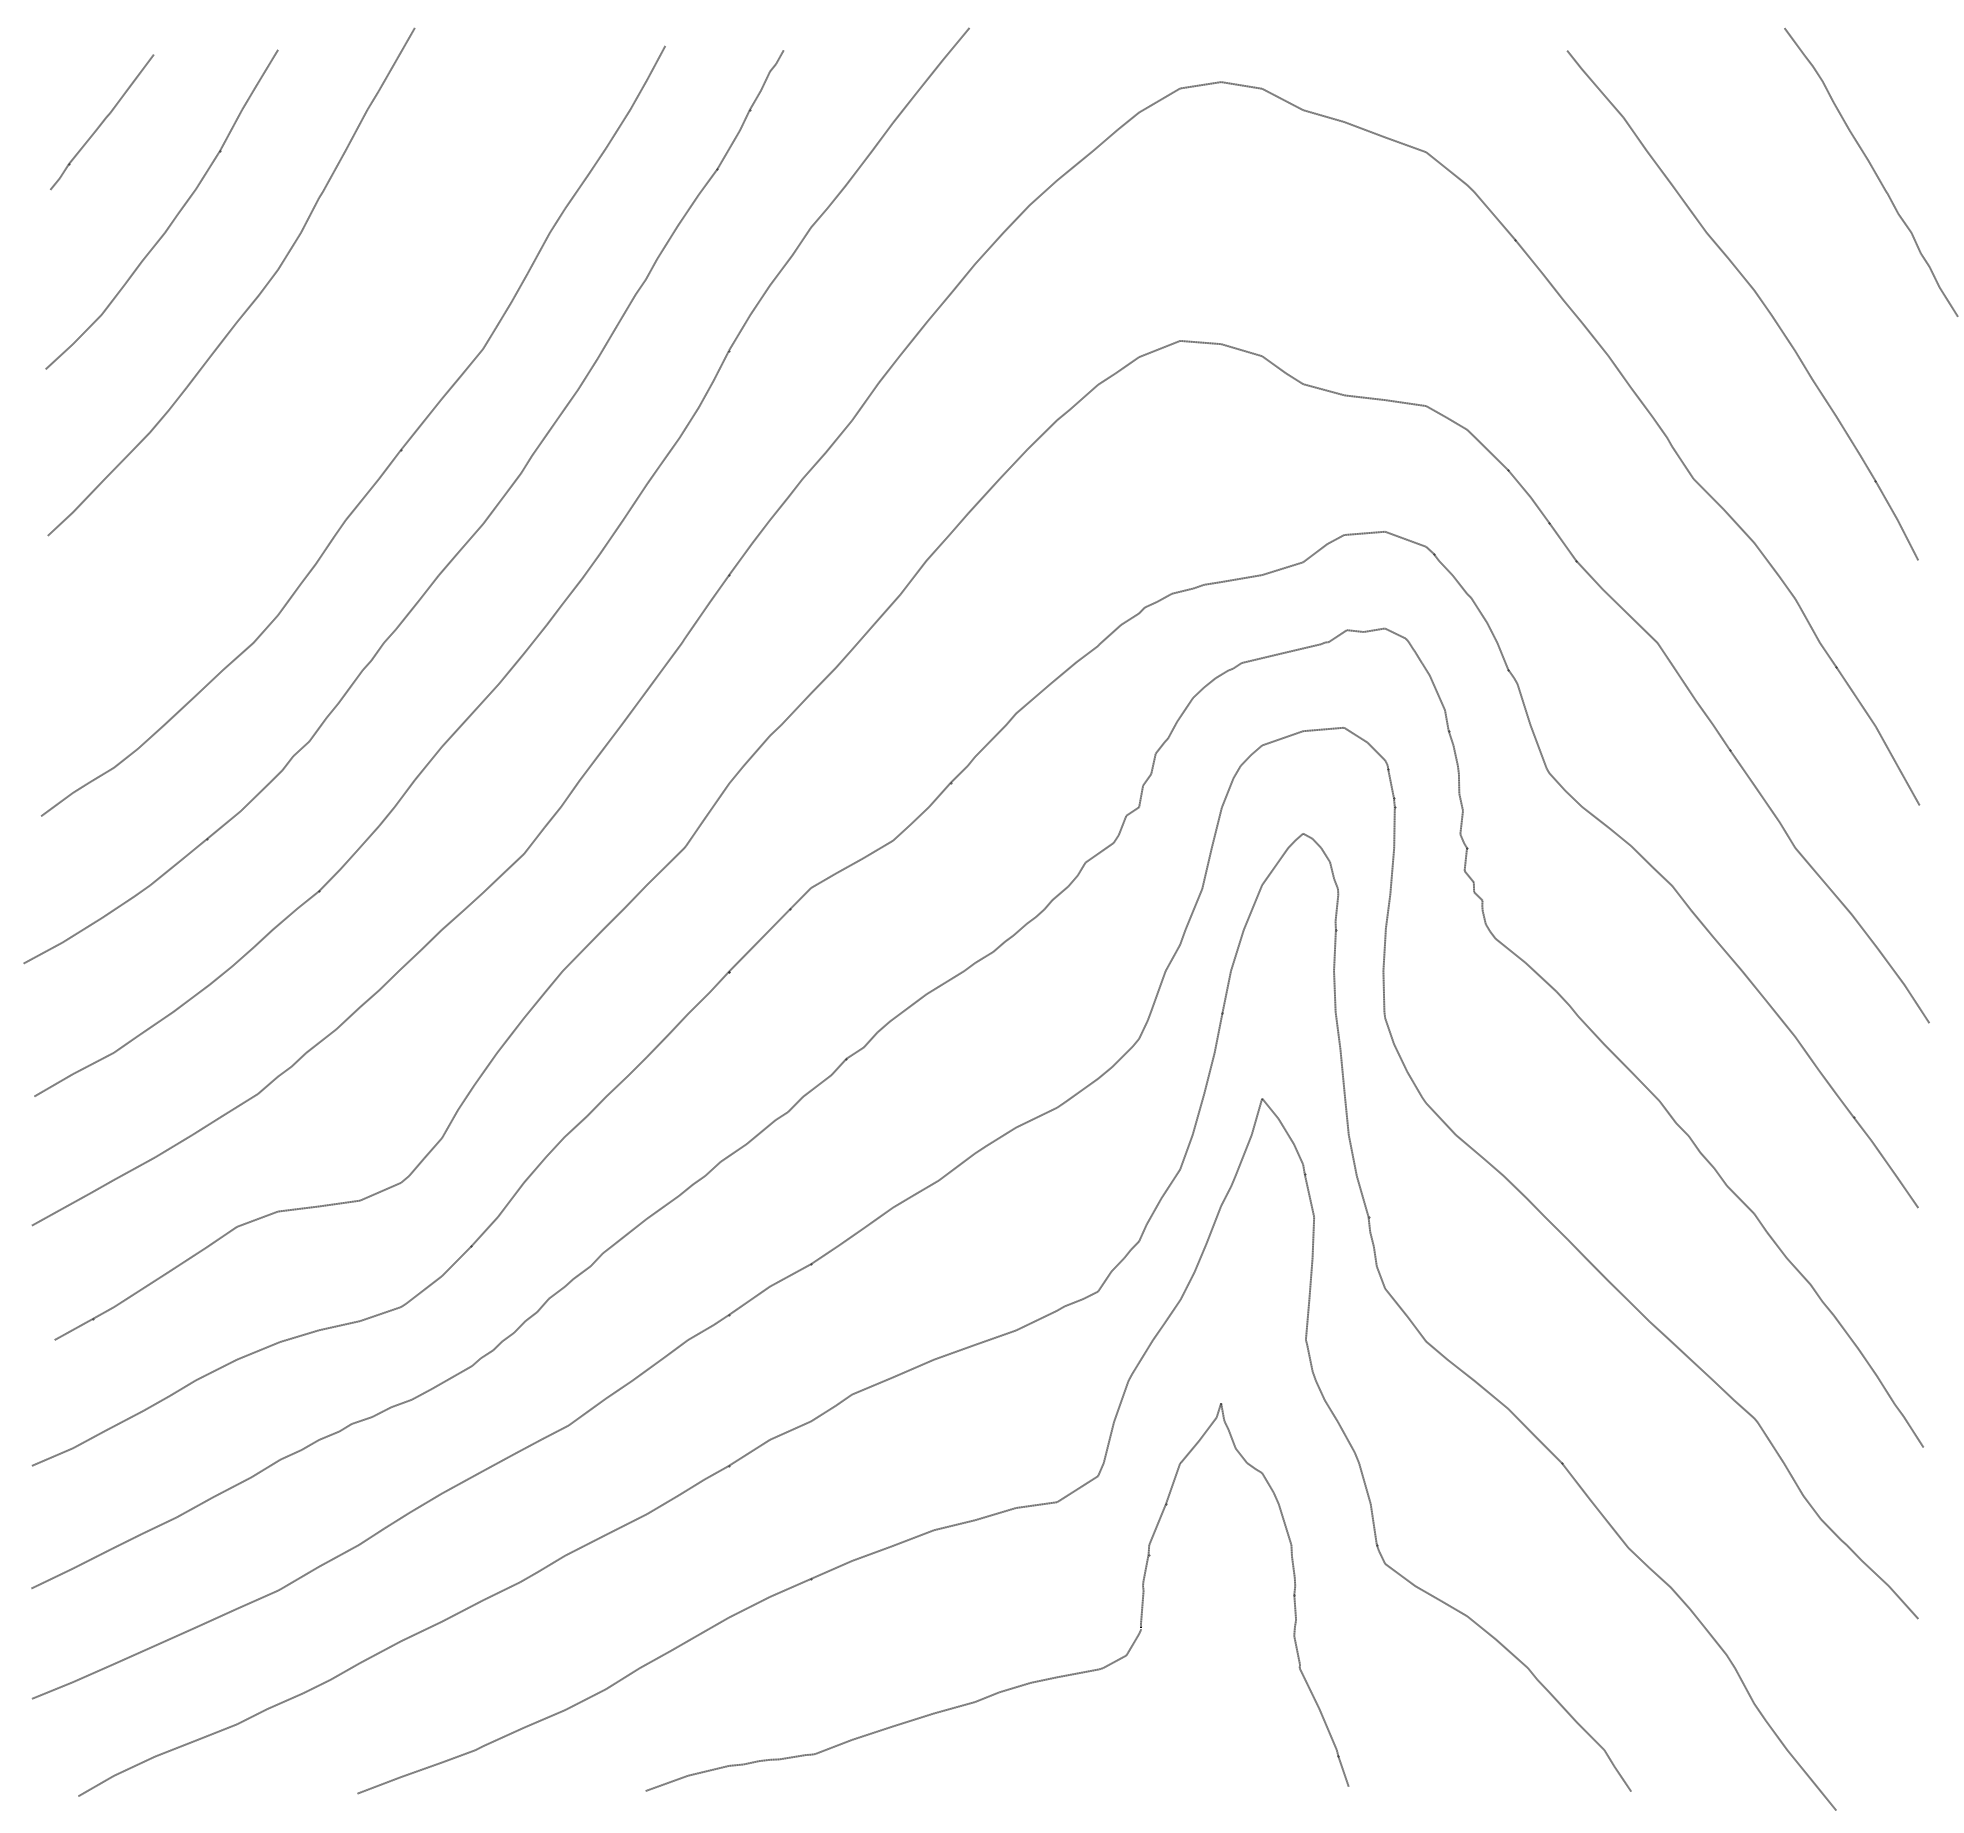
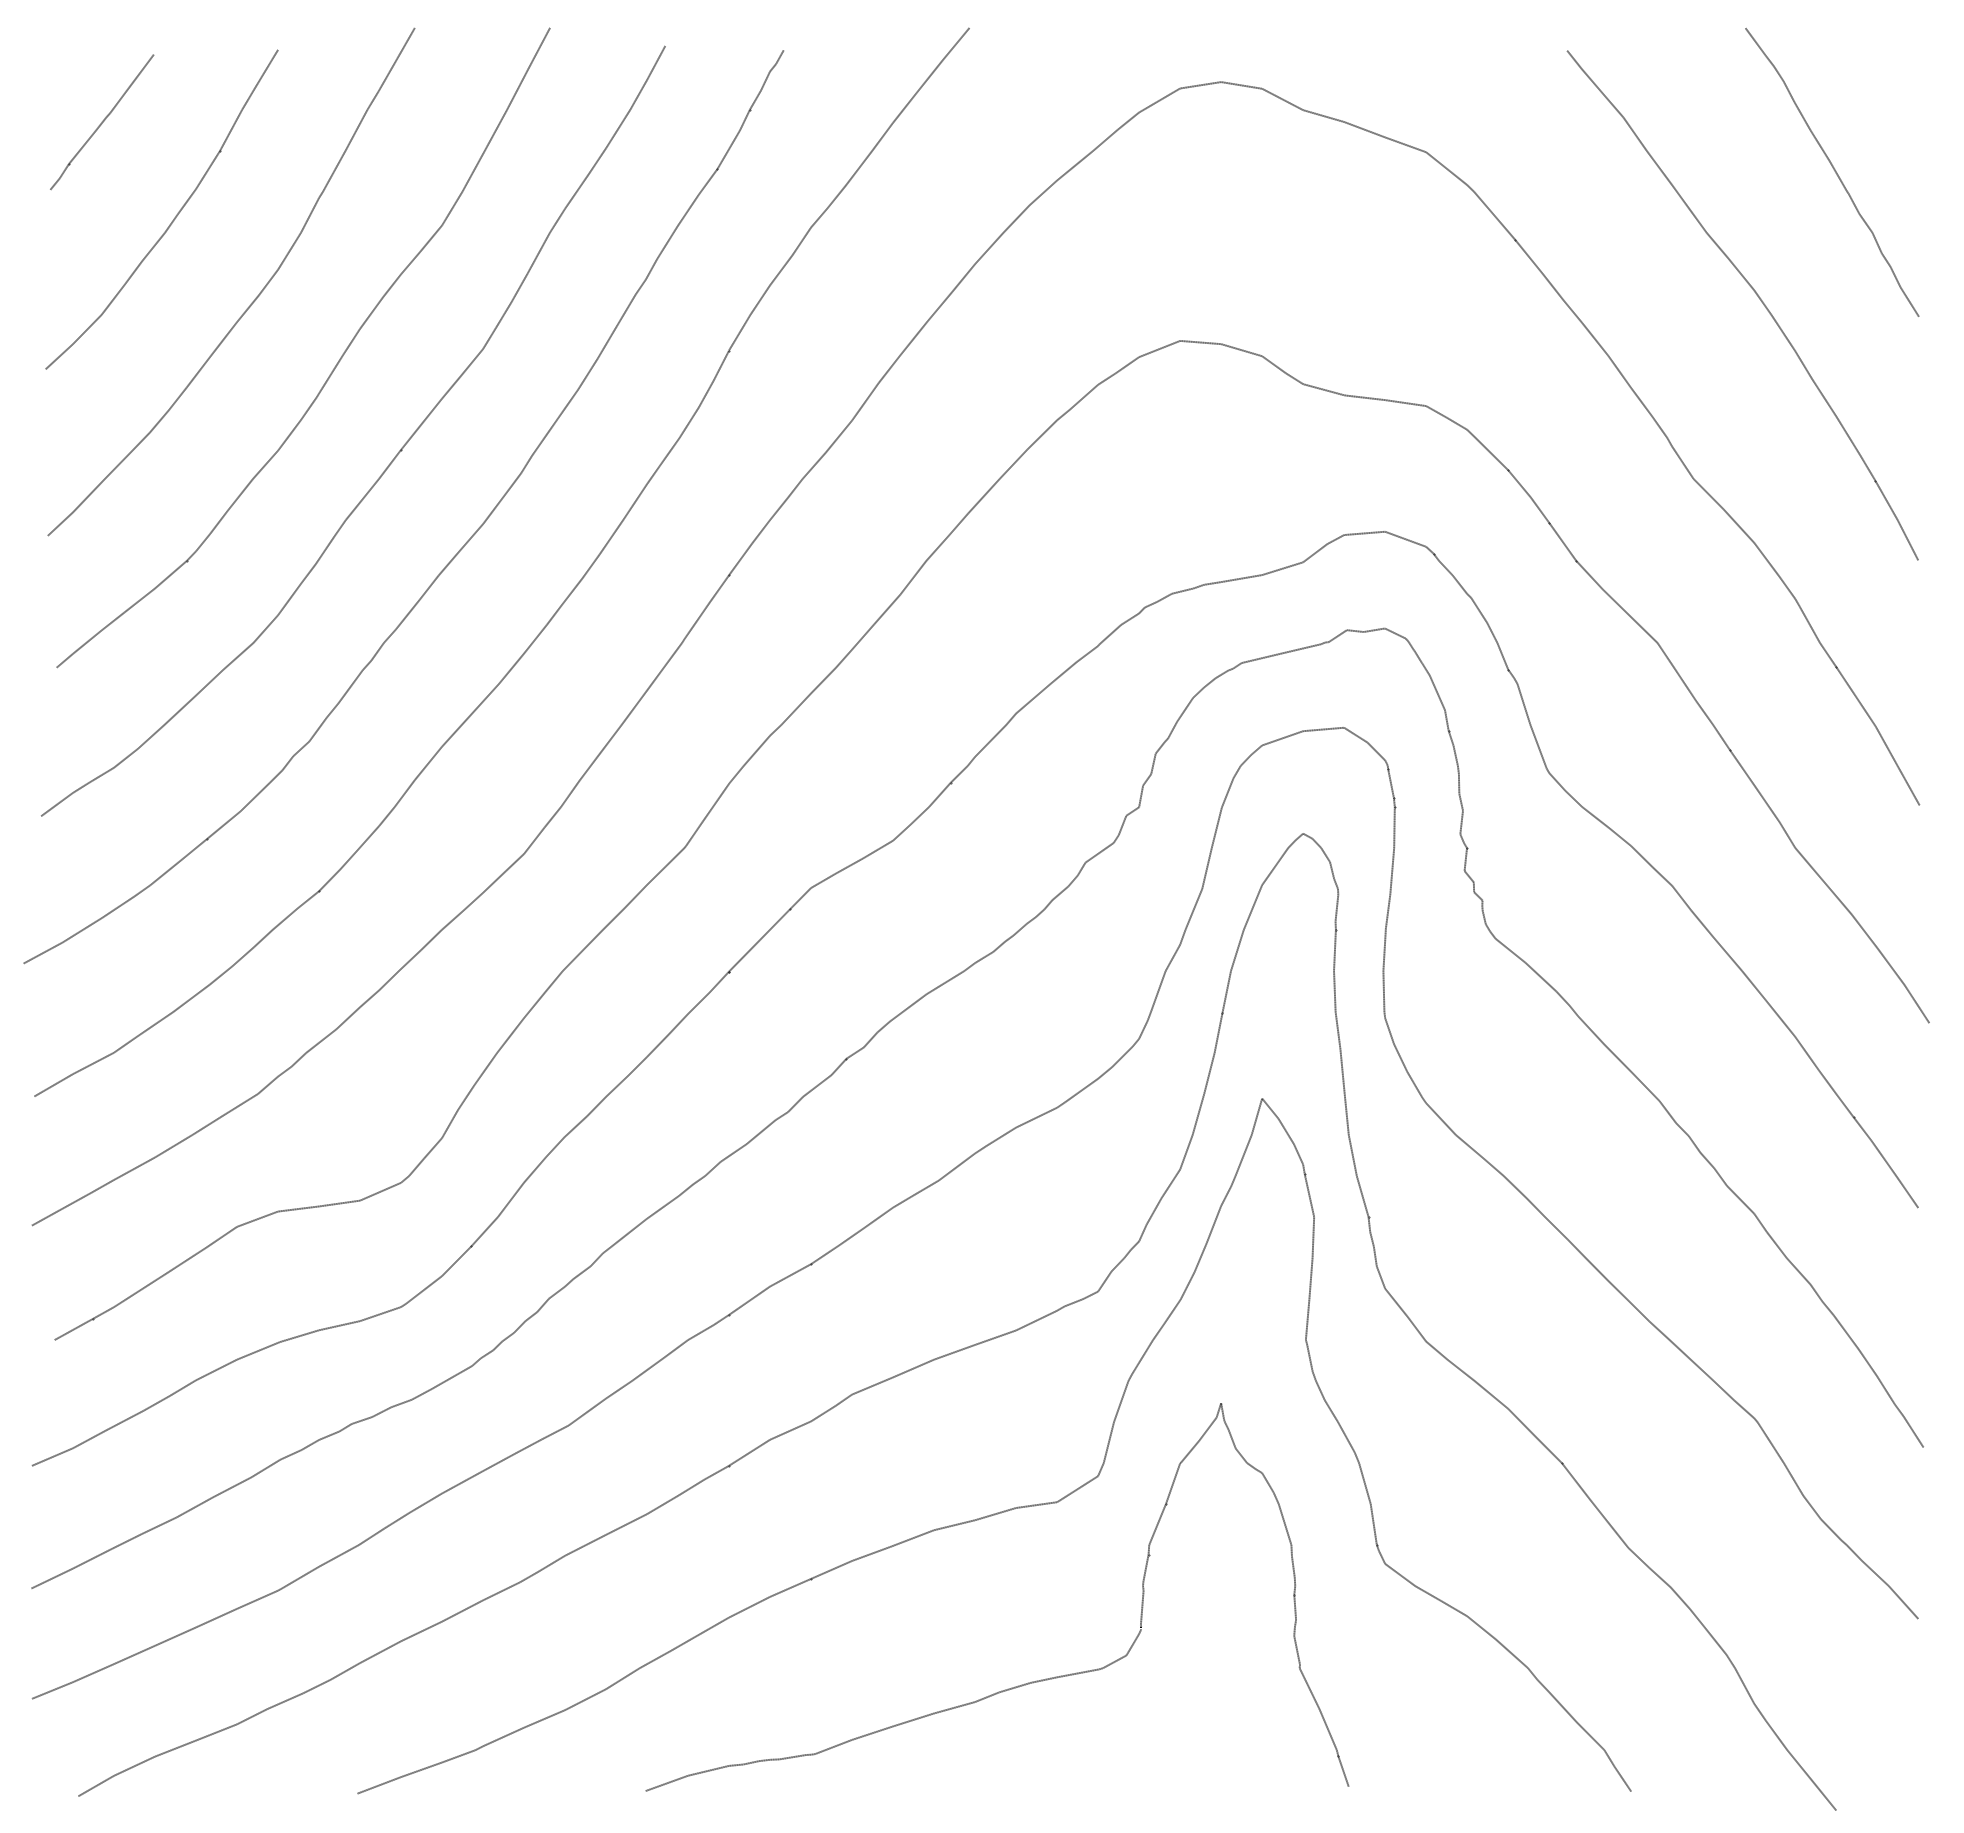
curve at (1873, 171) position: (1873, 171) -> (1834, 171)
curve at (334, 366): none -> present
